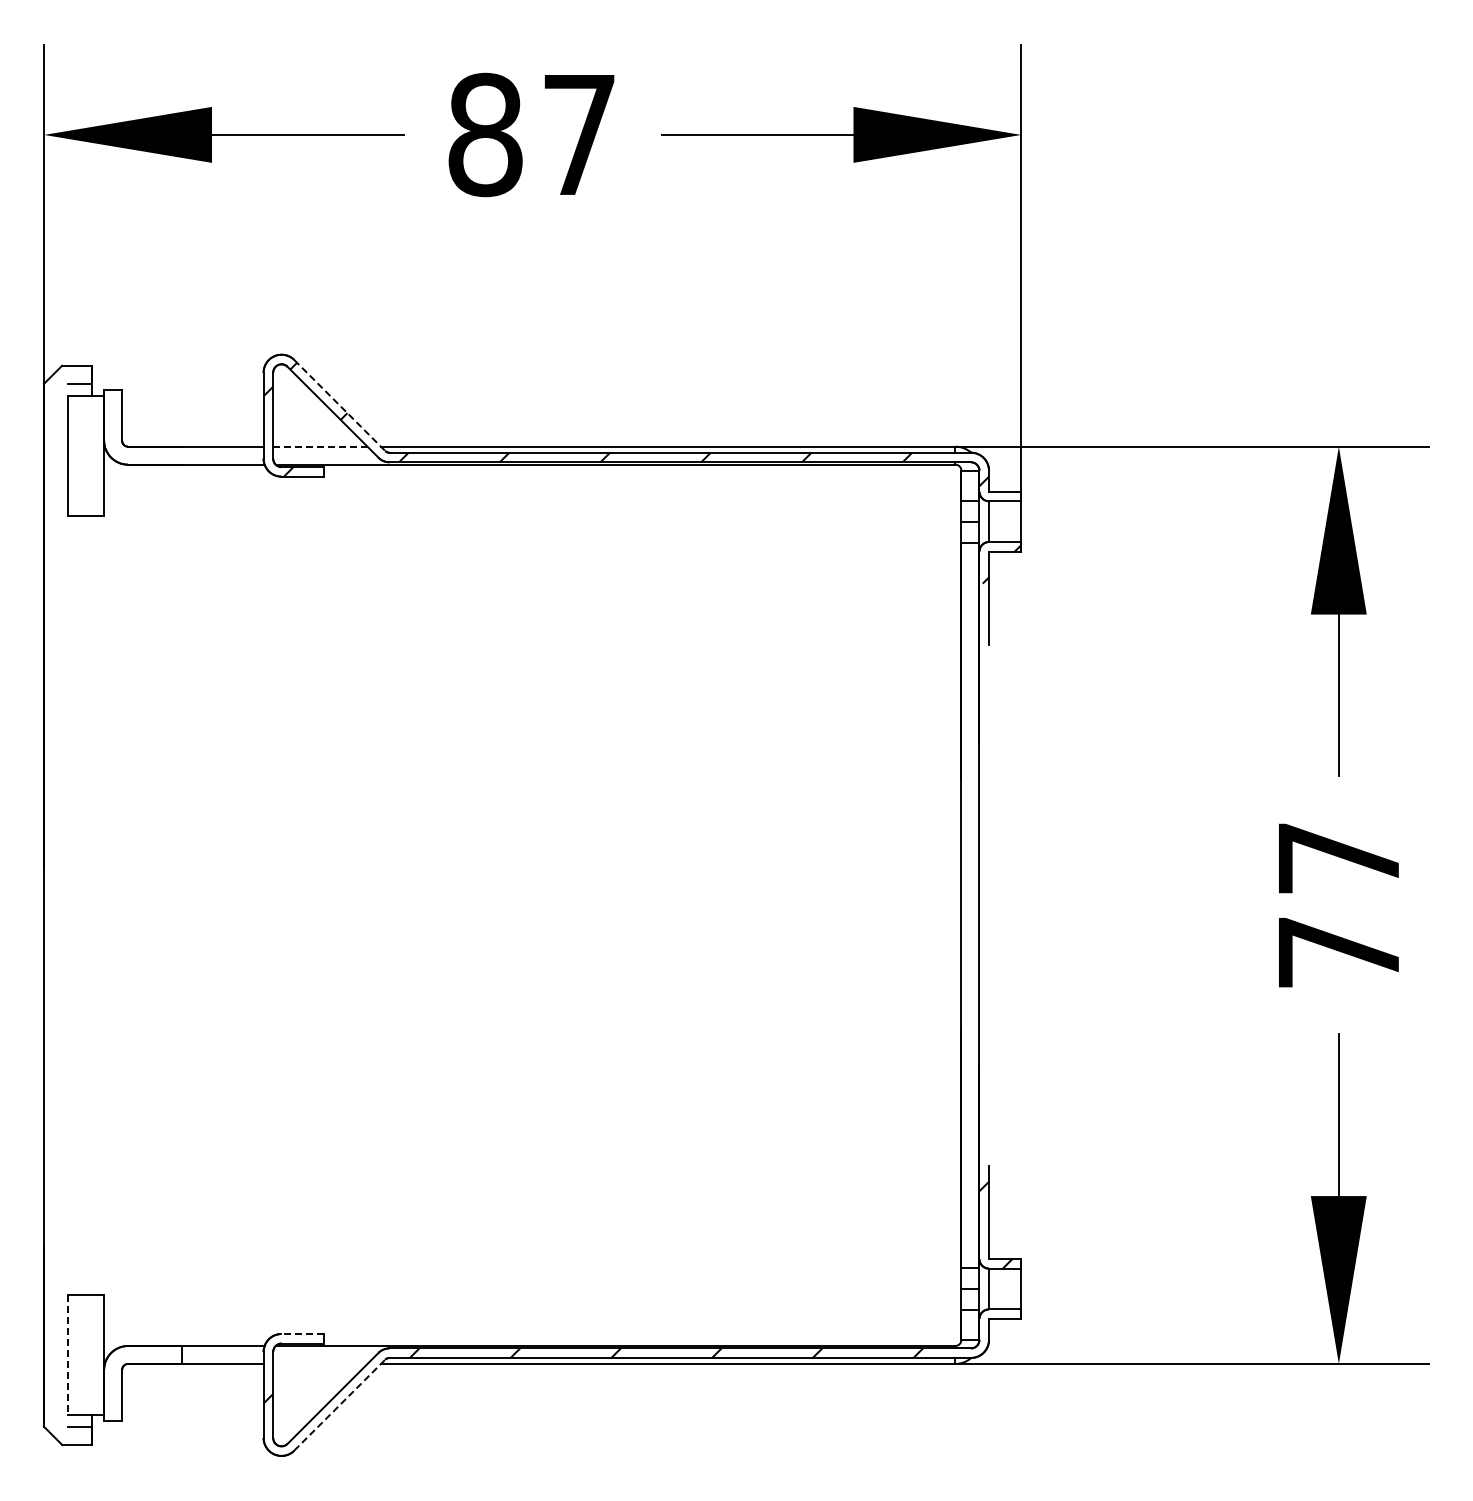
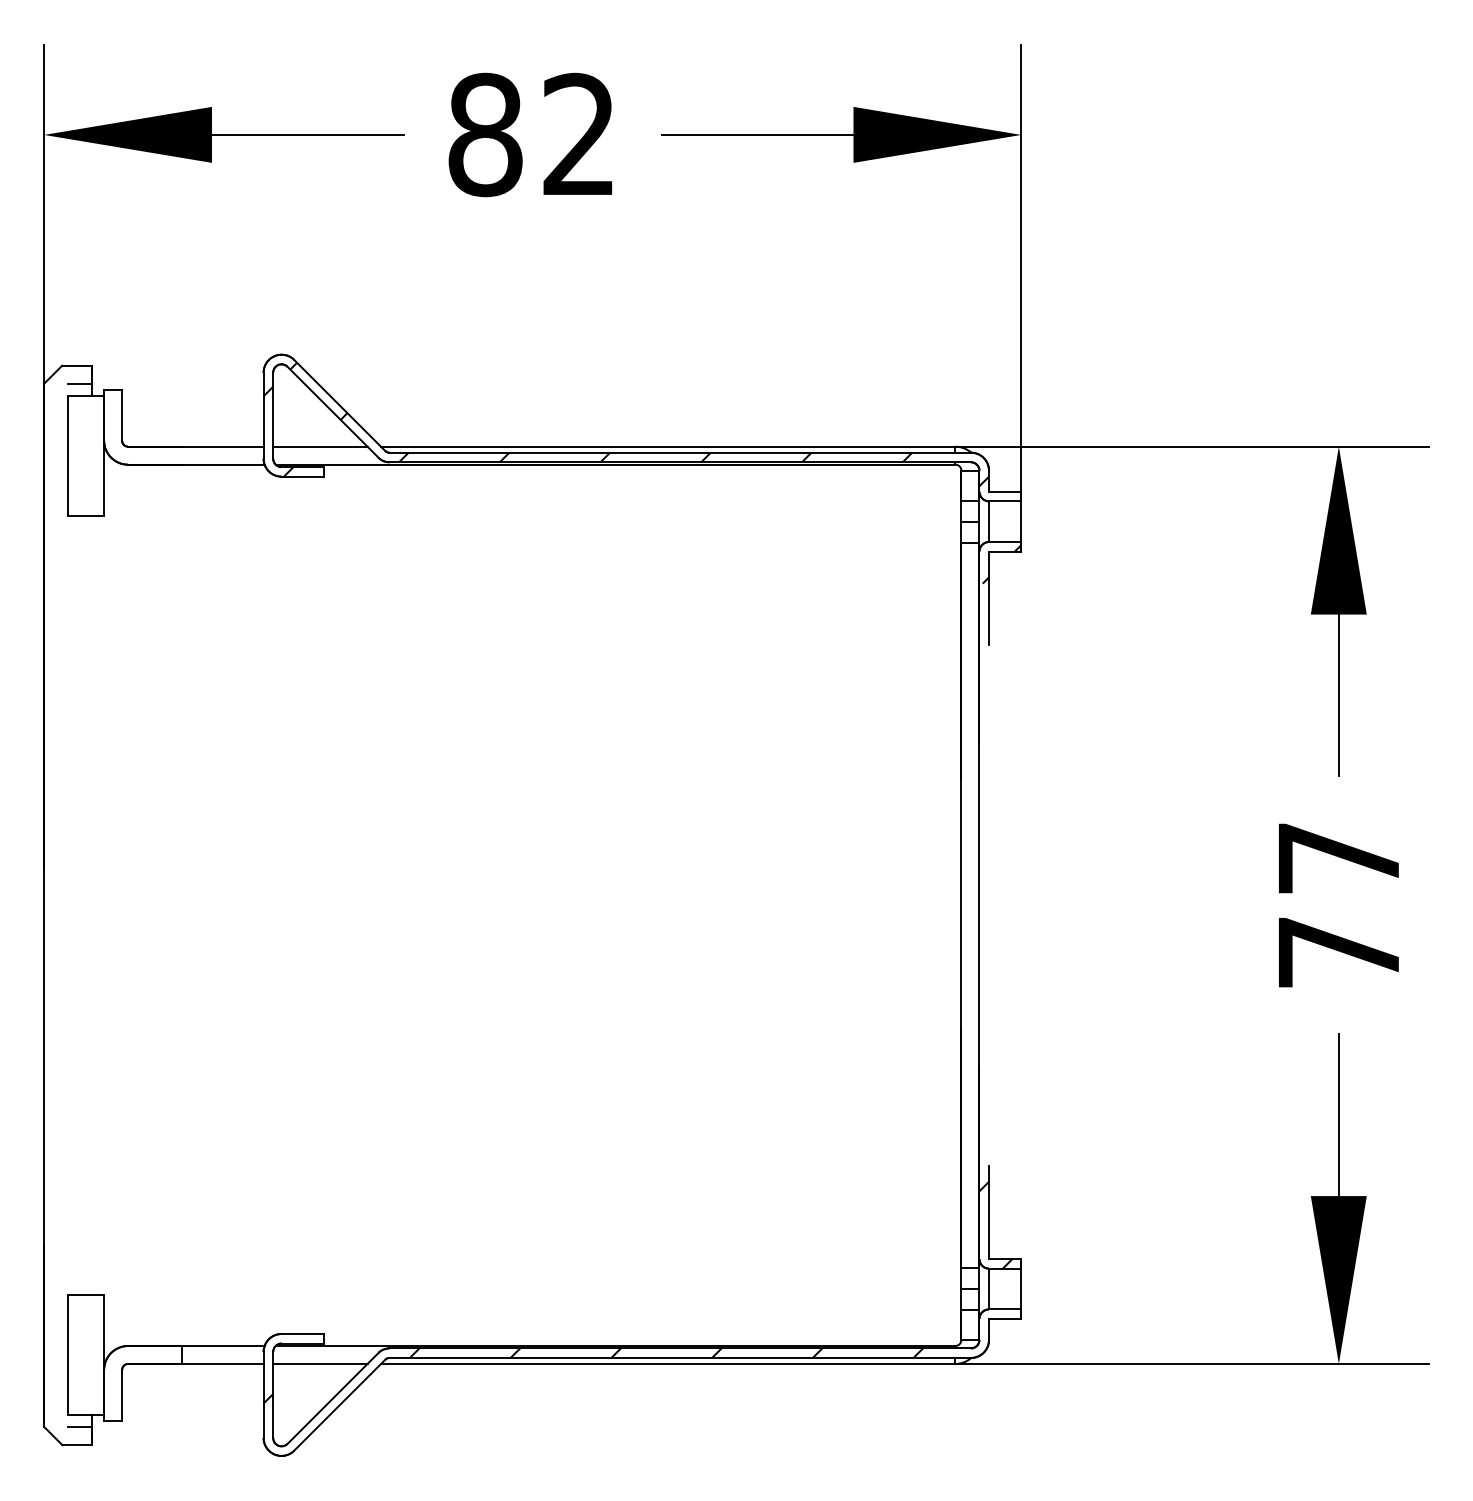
text at (578, 133): 87 -> 82
line at (340, 405): dashed -> solid
line at (319, 446): dashed -> solid
line at (302, 1333): dashed -> solid
line at (68, 1354): dashed -> solid
line at (320, 1363): none -> present
line at (340, 1404): dashed -> solid
